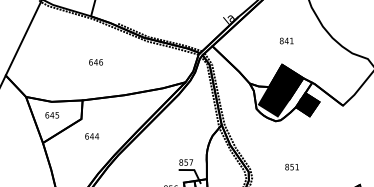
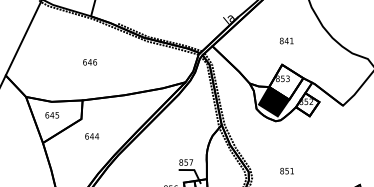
text at (95, 62) position: (95, 62) -> (89, 62)
fill at (286, 81): present -> none
fill at (307, 104): present -> none
text at (291, 166) position: (291, 166) -> (286, 170)
